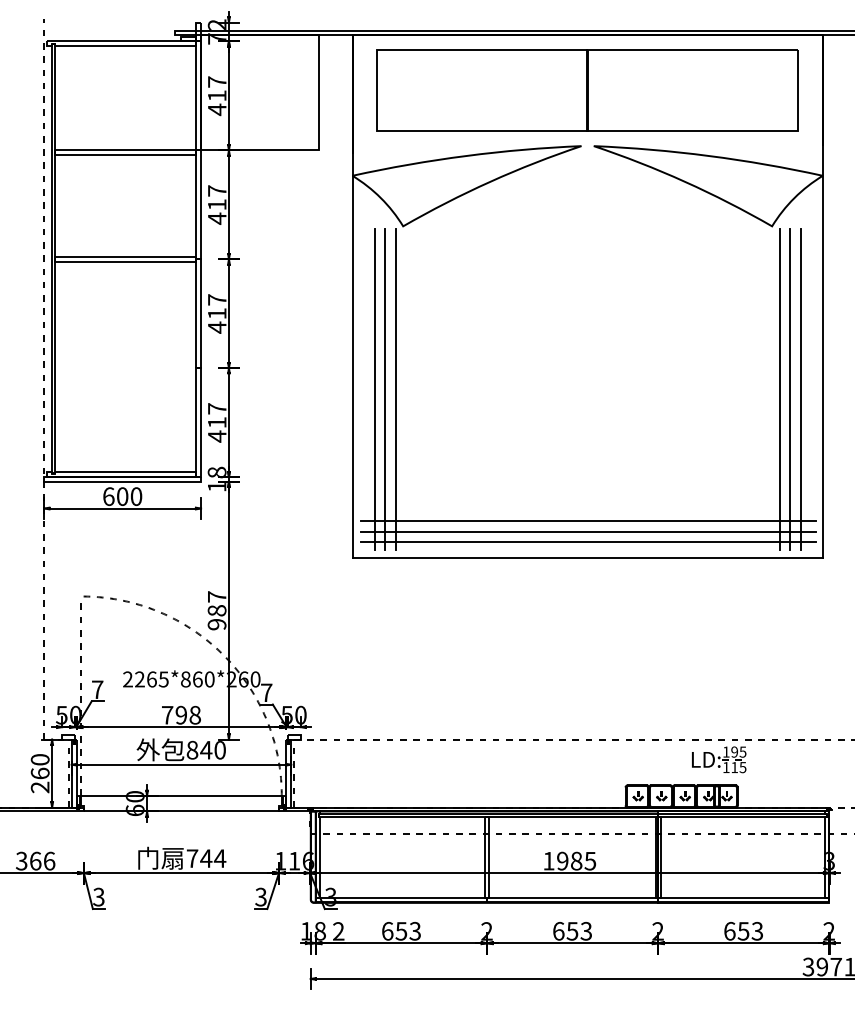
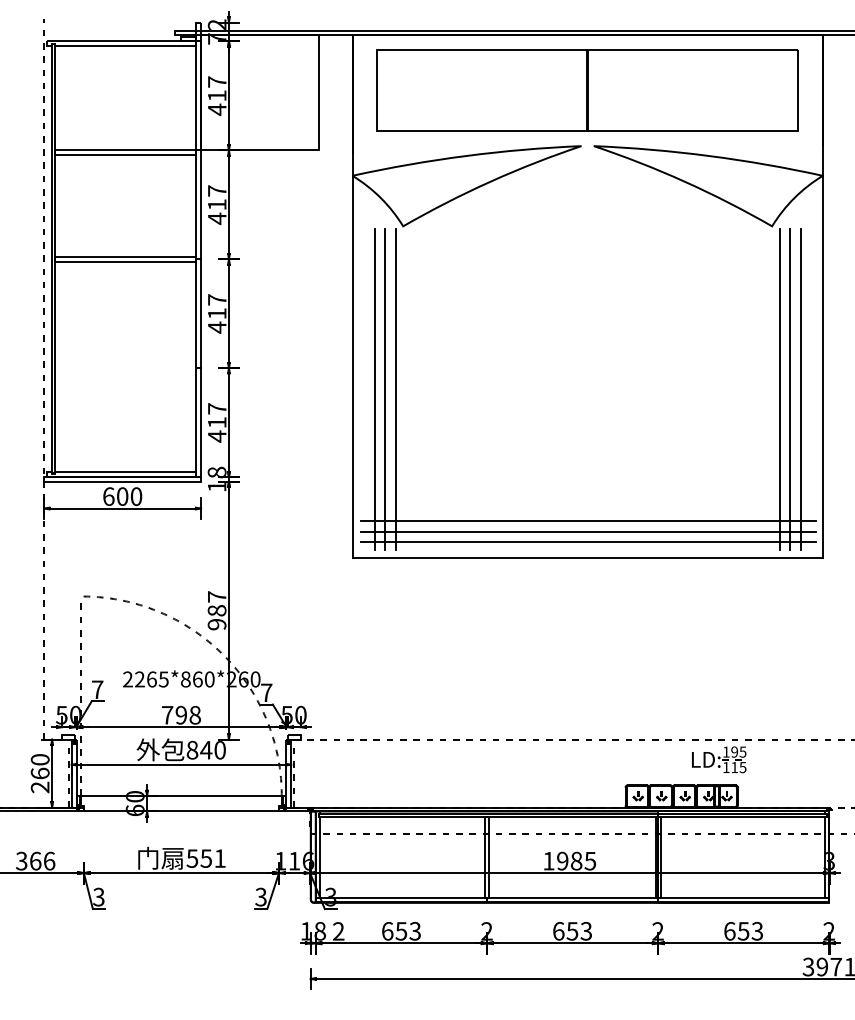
text at (206, 858): 744 -> 551
